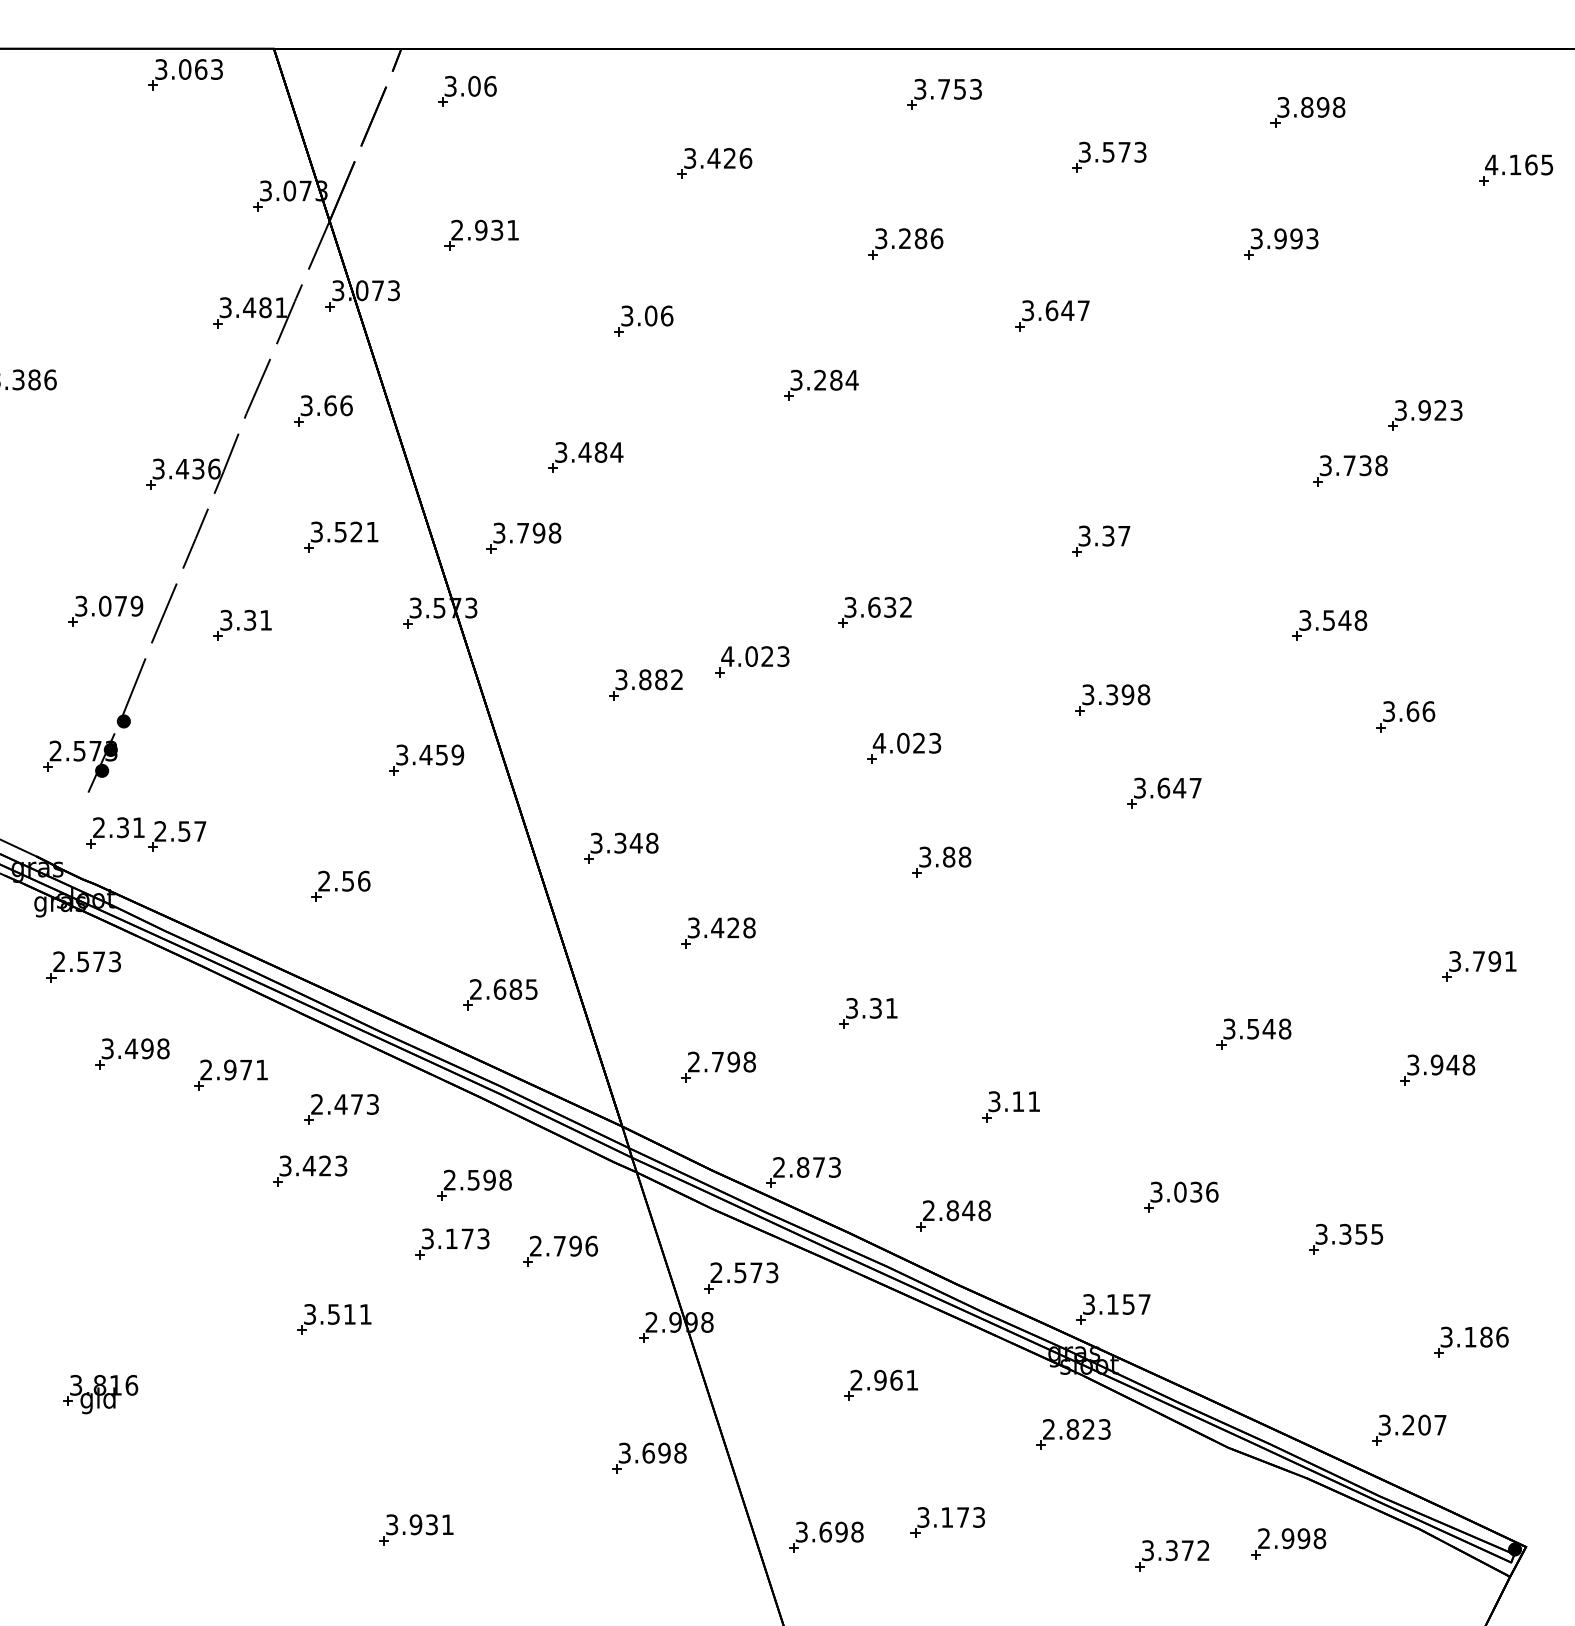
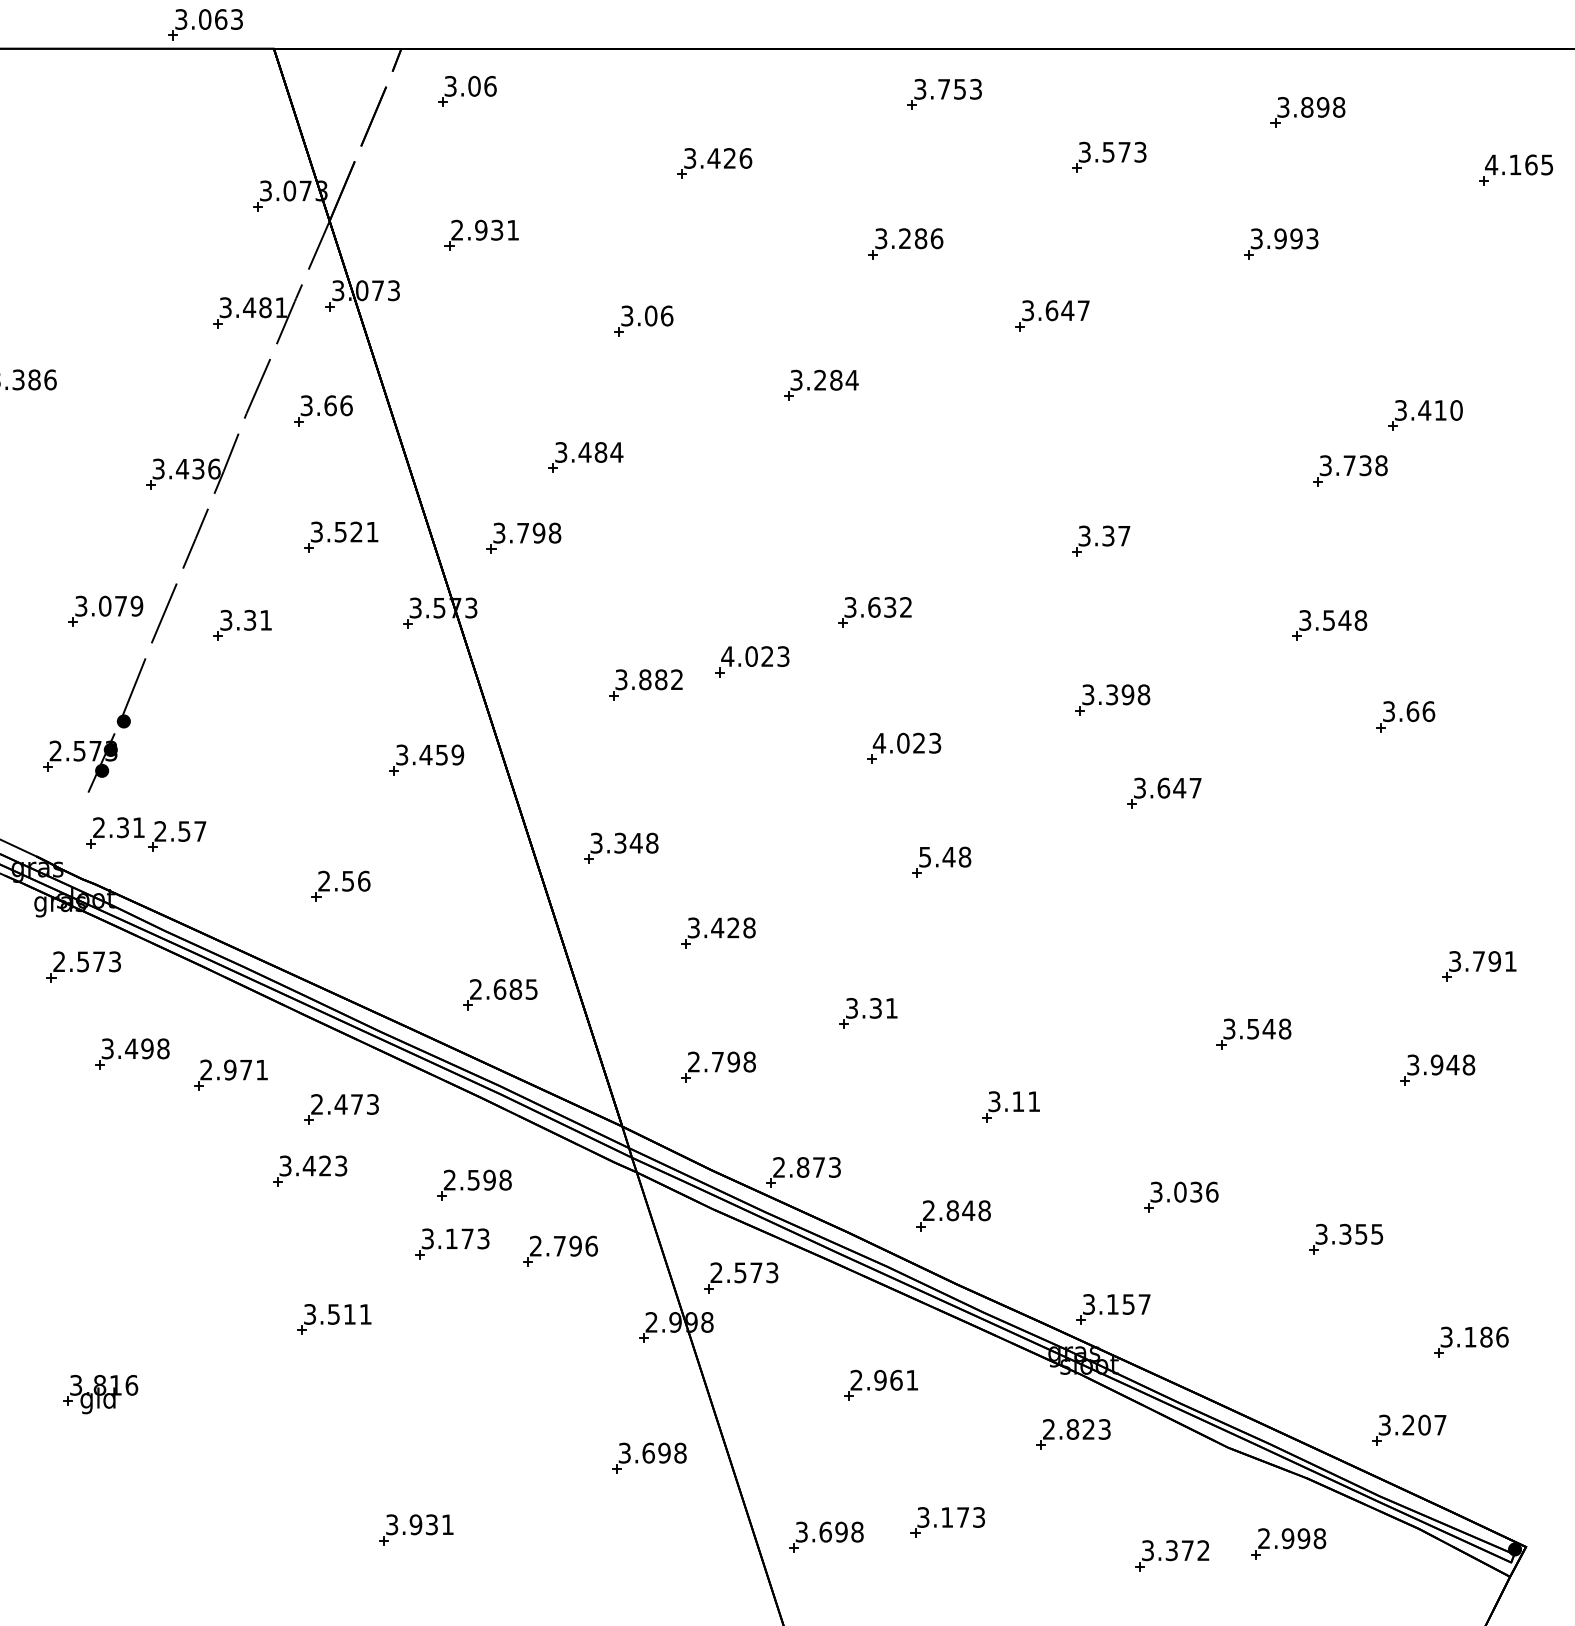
part at (185, 74) position: (185, 74) -> (205, 24)
text at (1440, 410): 3.923 -> 3.410
text at (937, 856): 3.88 -> 5.48
